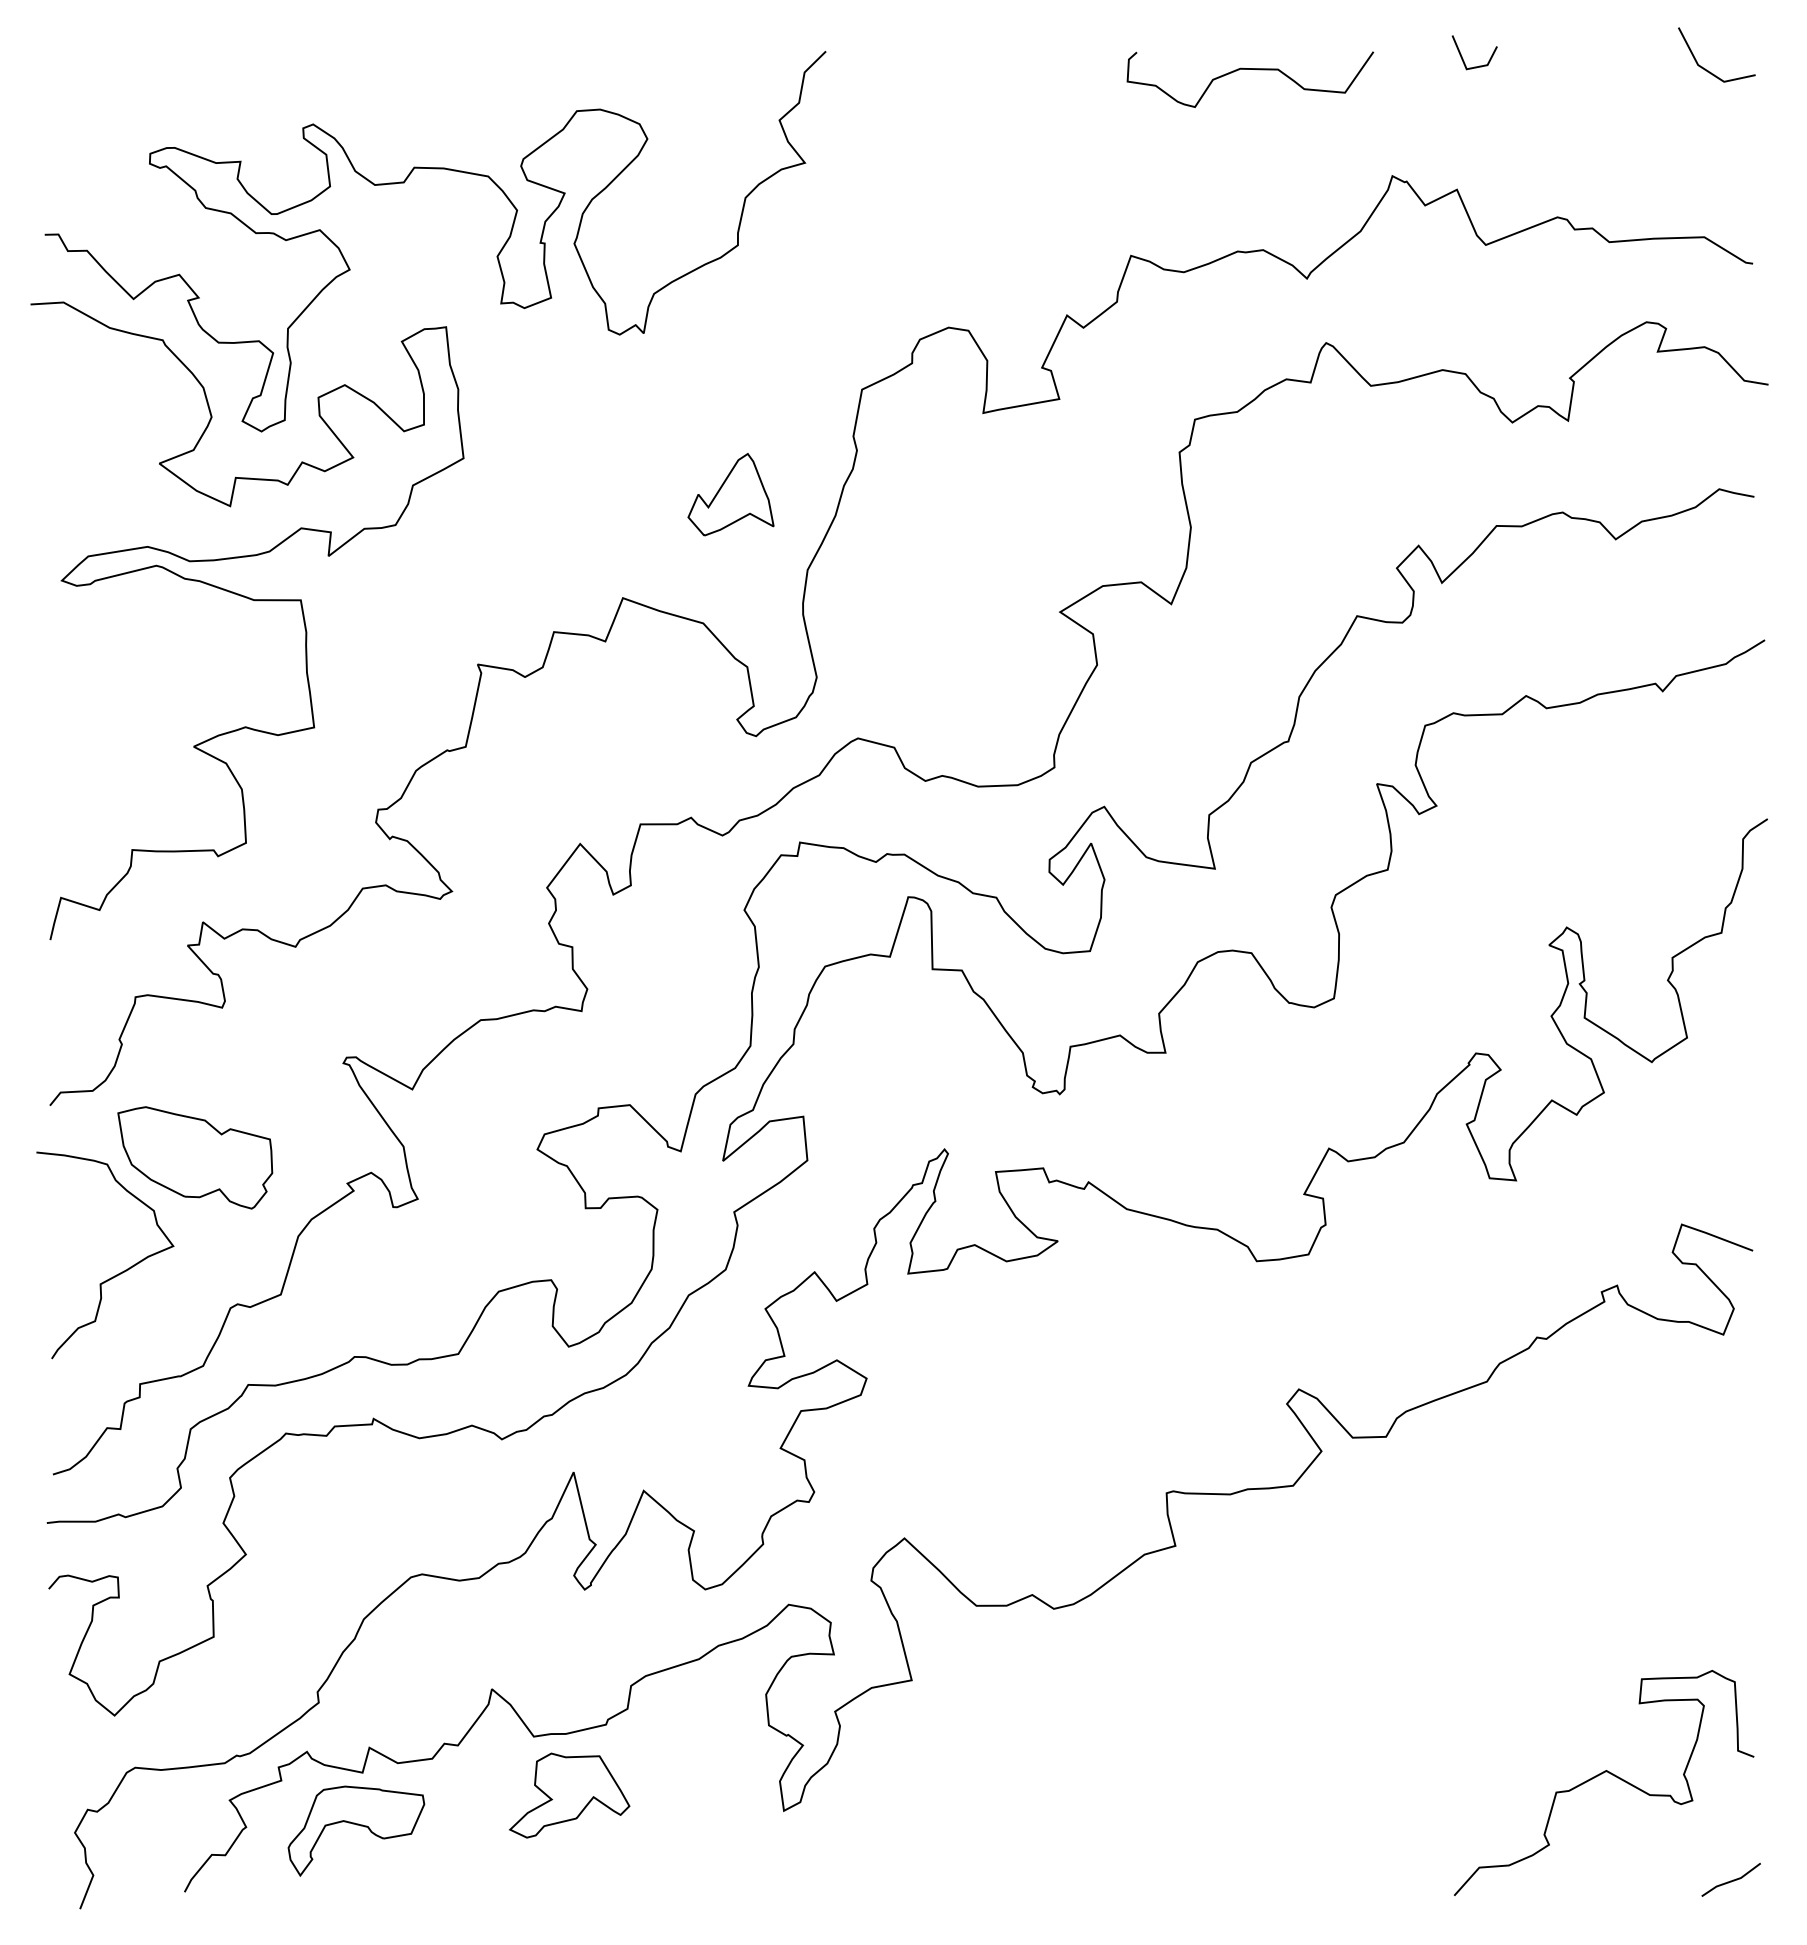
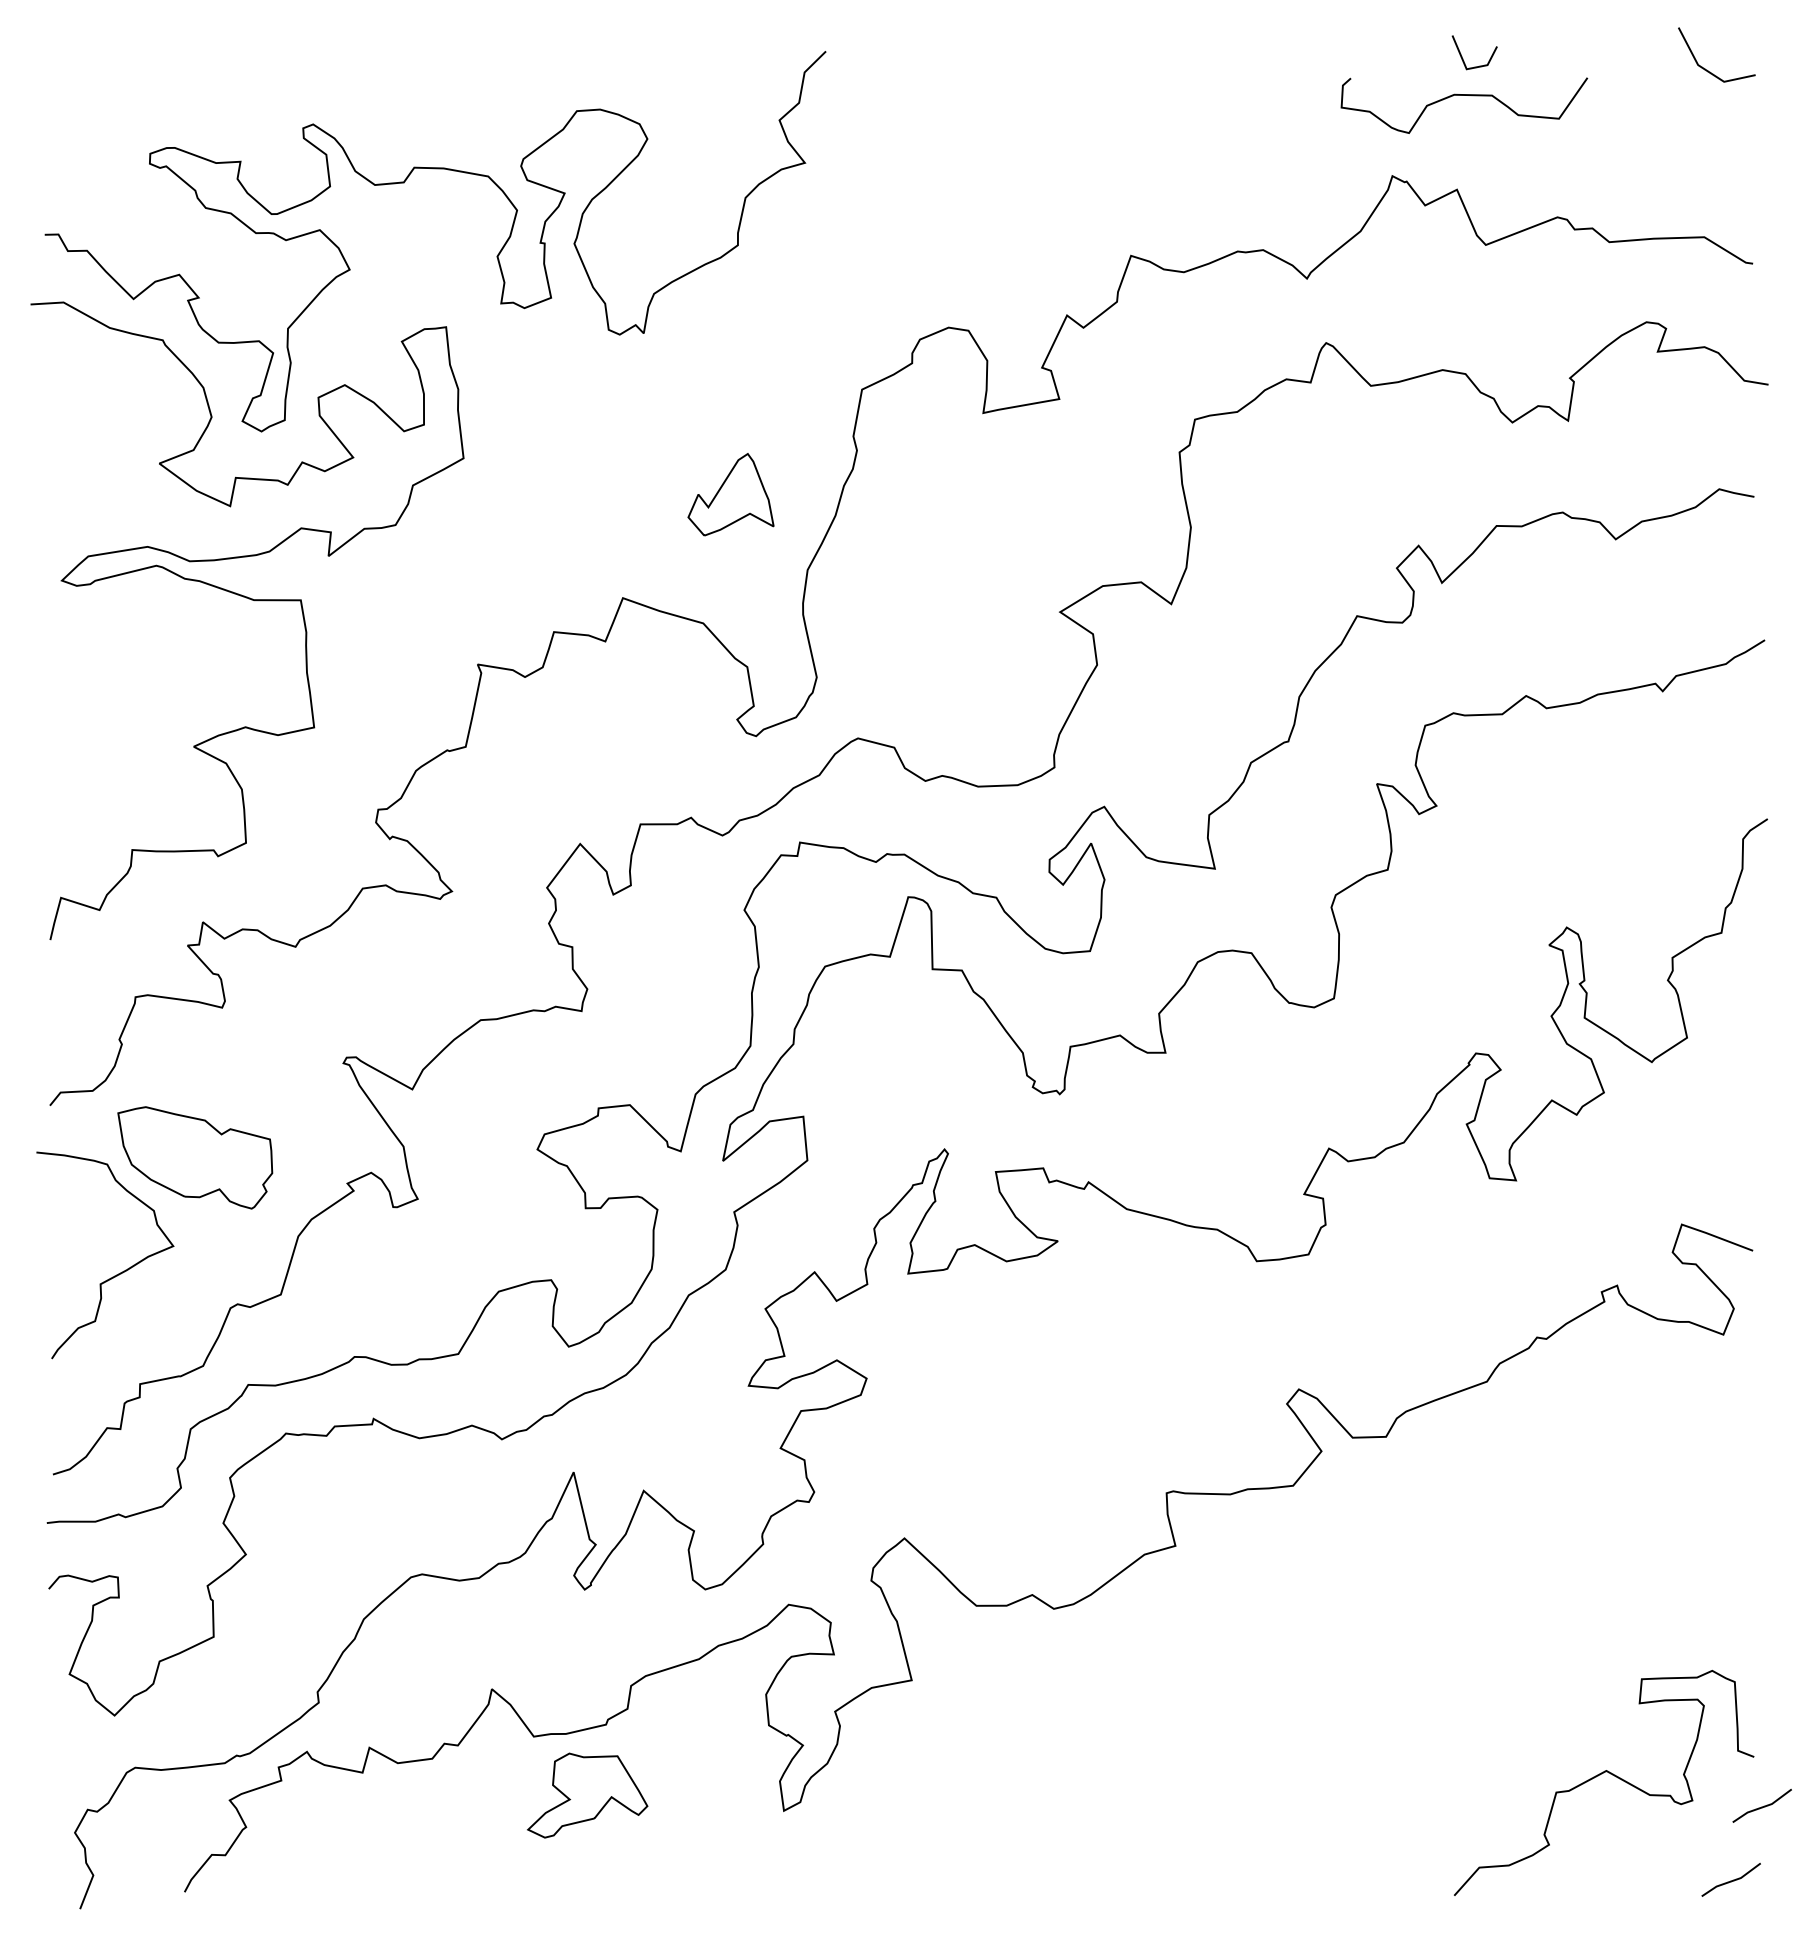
curve at (1250, 69) position: (1250, 69) -> (1464, 95)
part at (569, 1795) position: (569, 1795) -> (587, 1795)
line at (1761, 1806): none -> present
part at (356, 1830): present -> none
